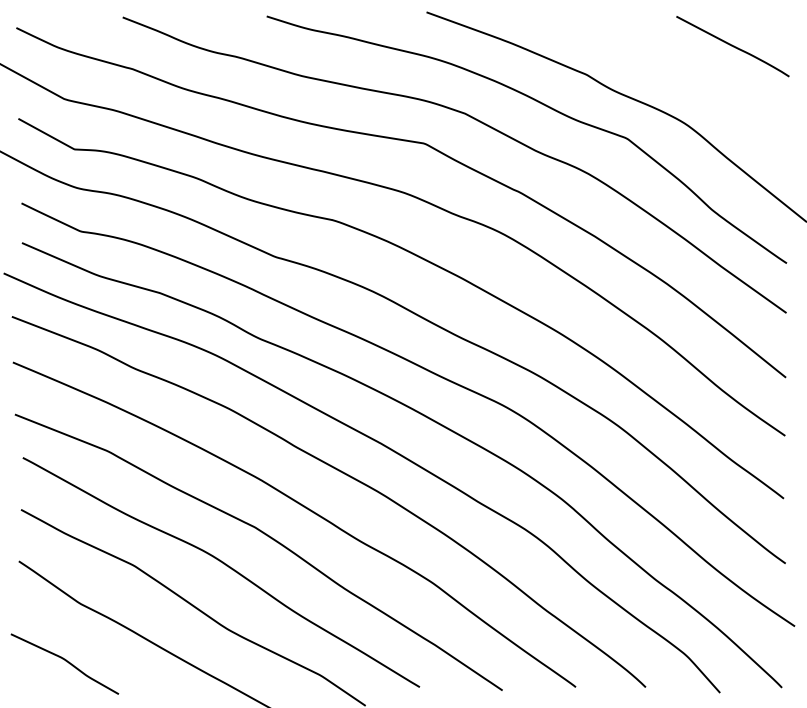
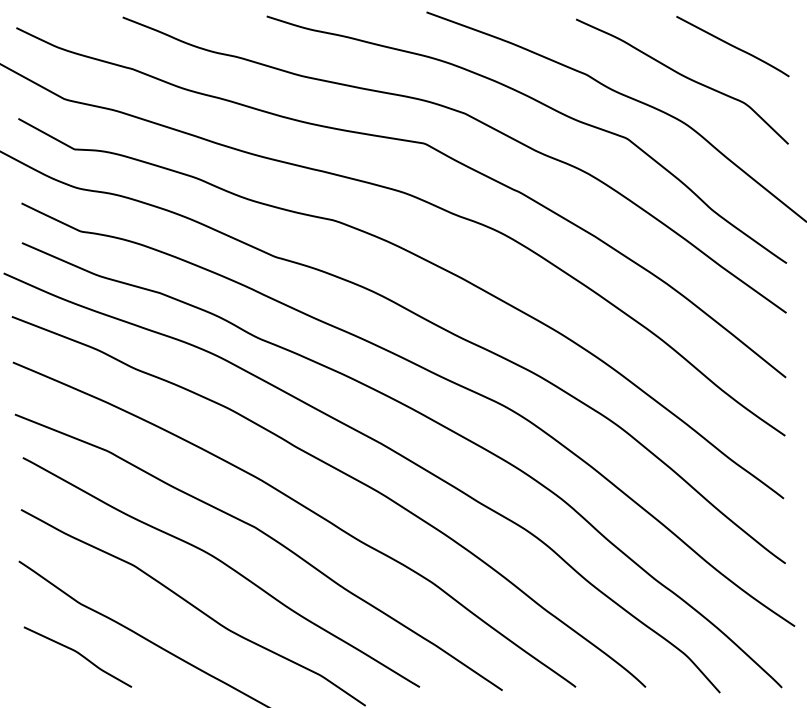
curve at (684, 77): none -> present
curve at (65, 661) position: (65, 661) -> (78, 654)
